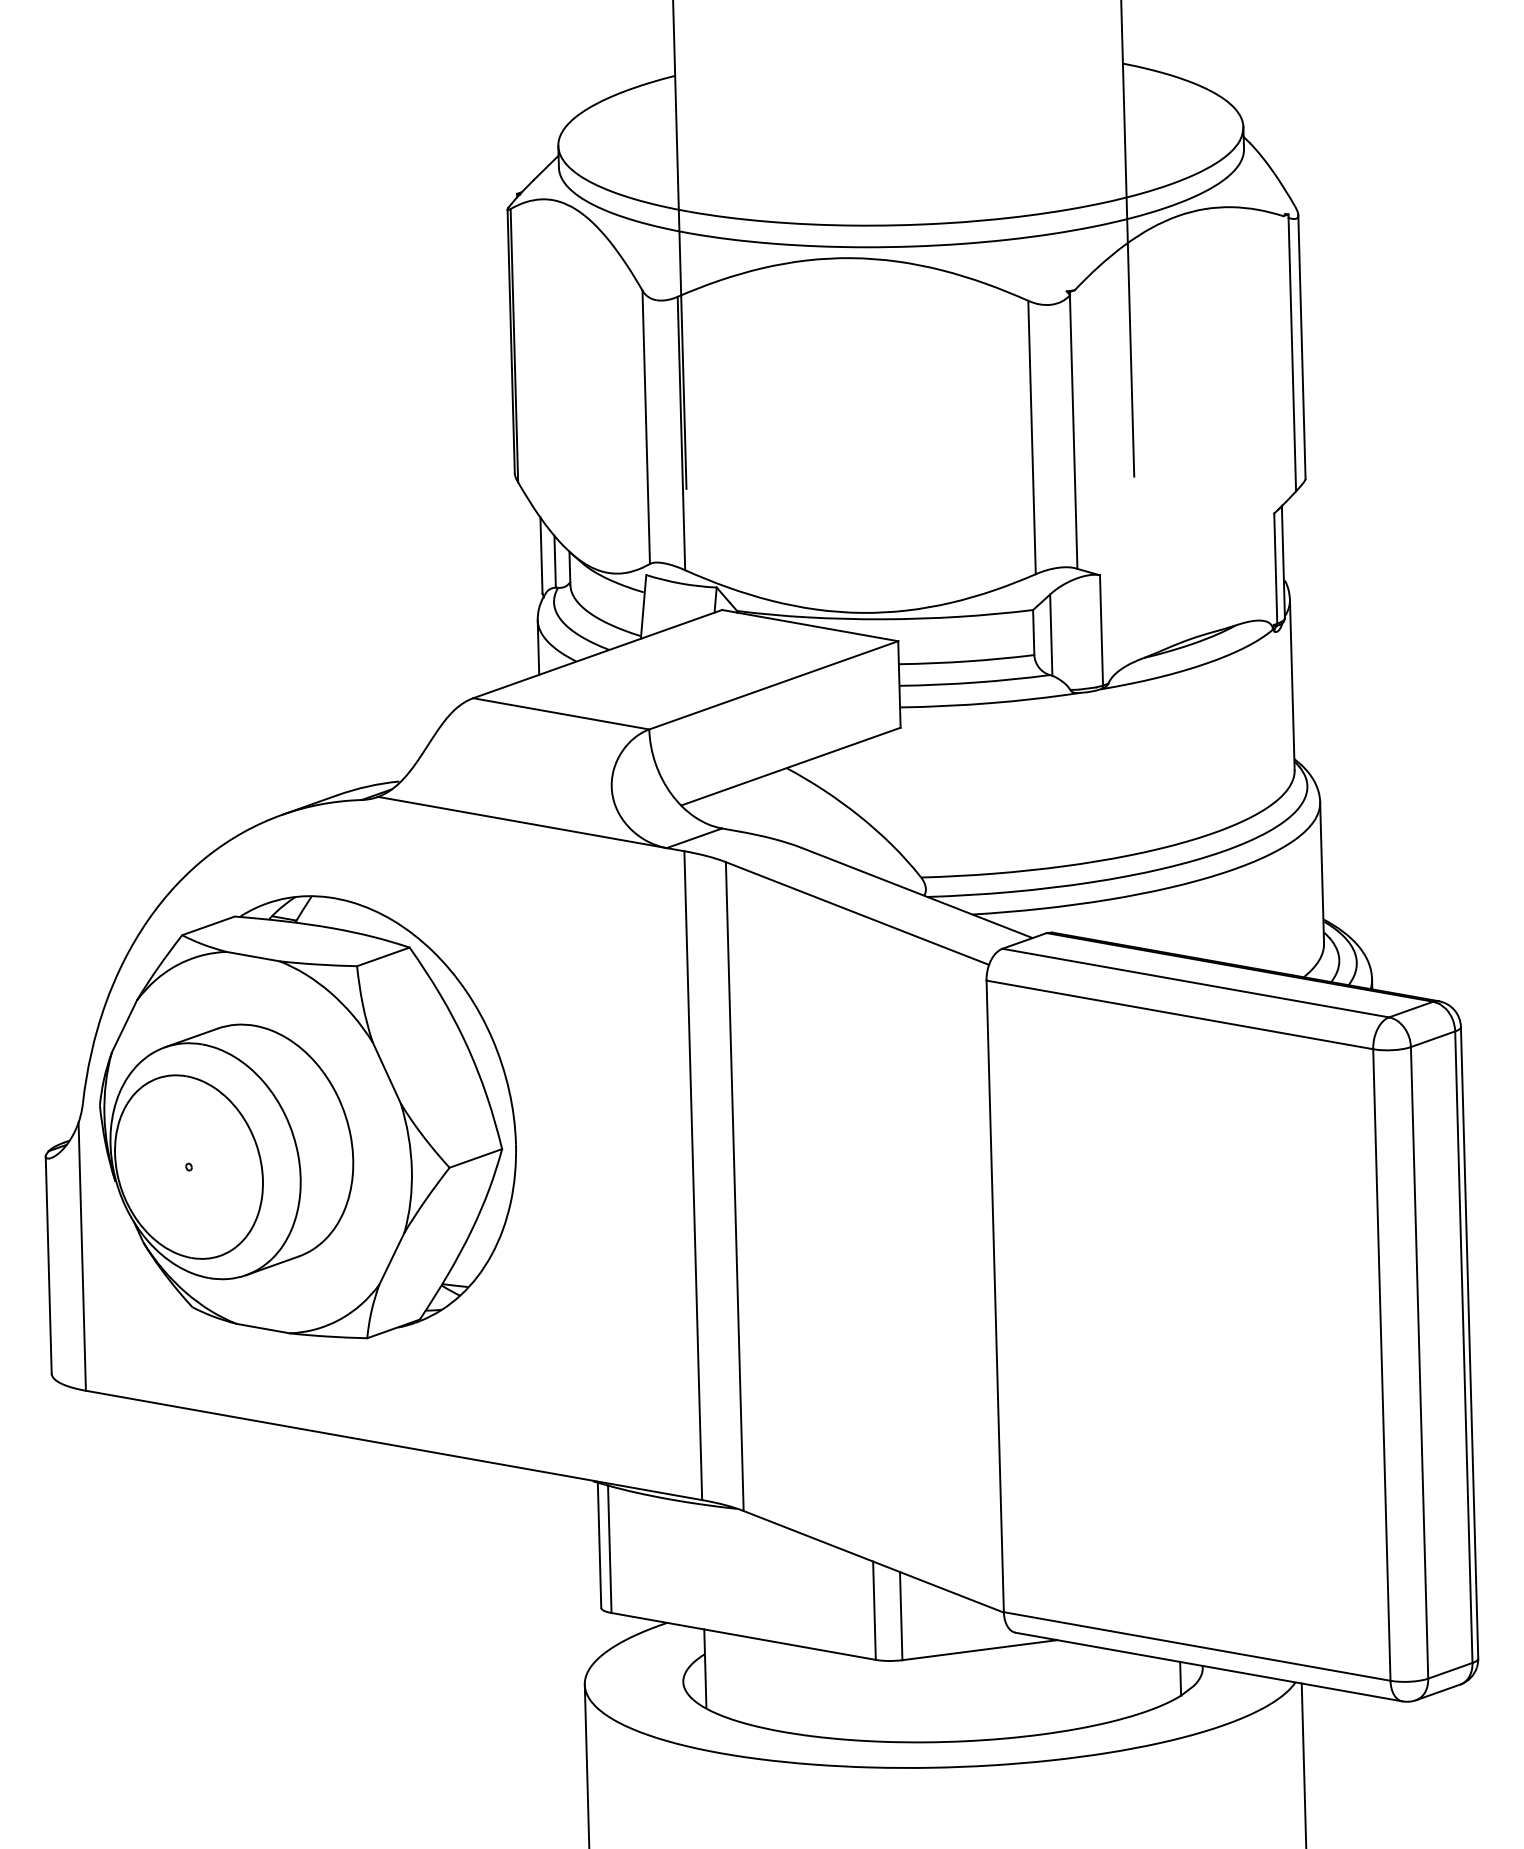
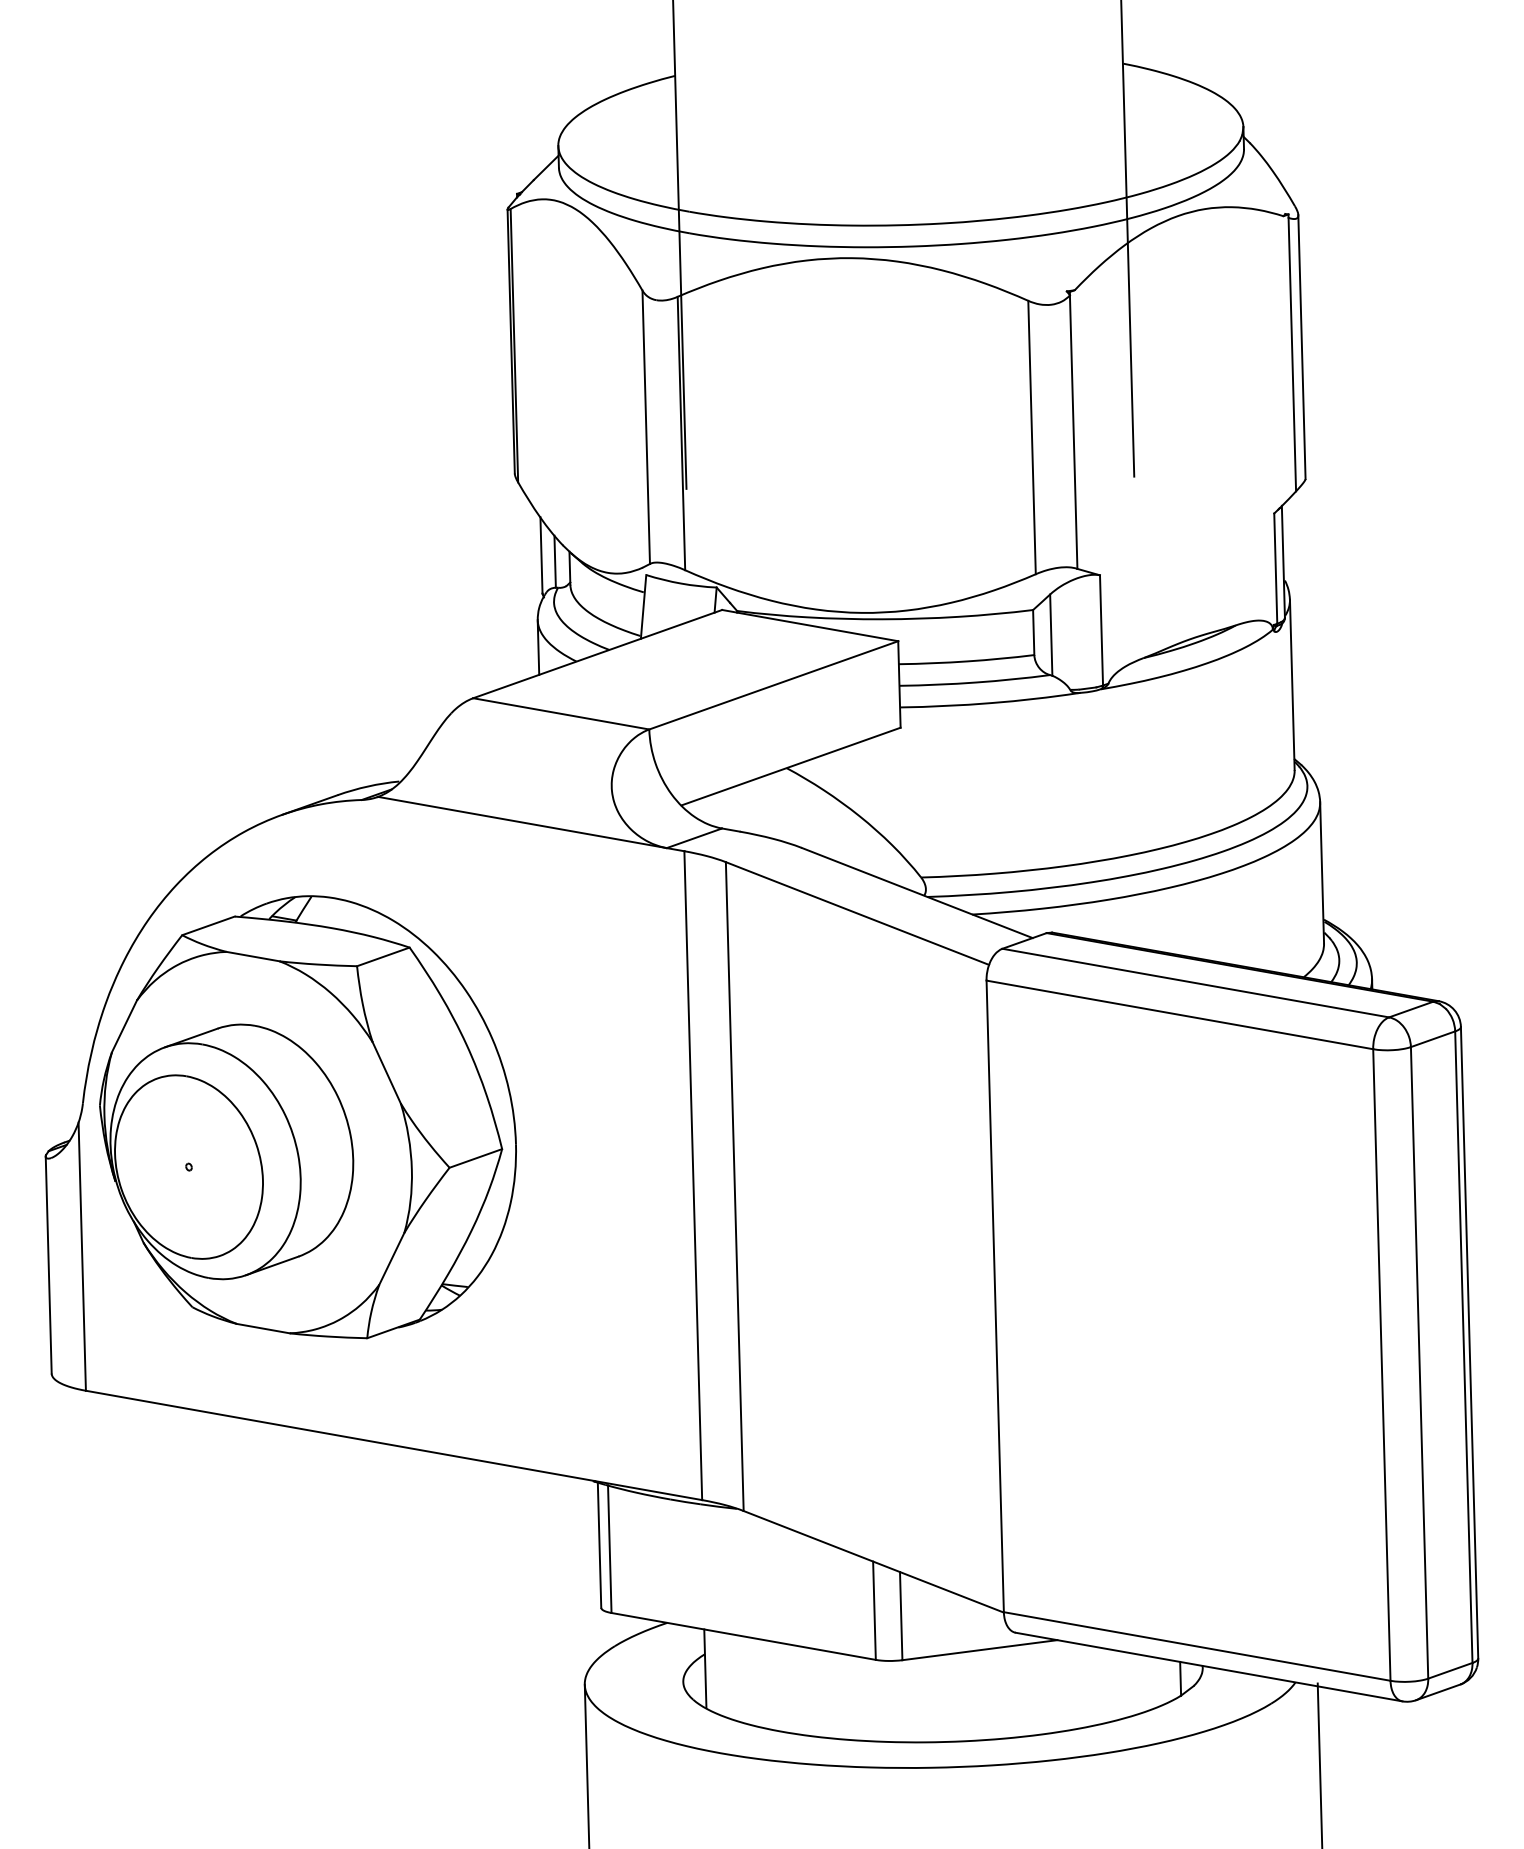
line at (1303, 1764) position: (1303, 1764) -> (1319, 1764)
